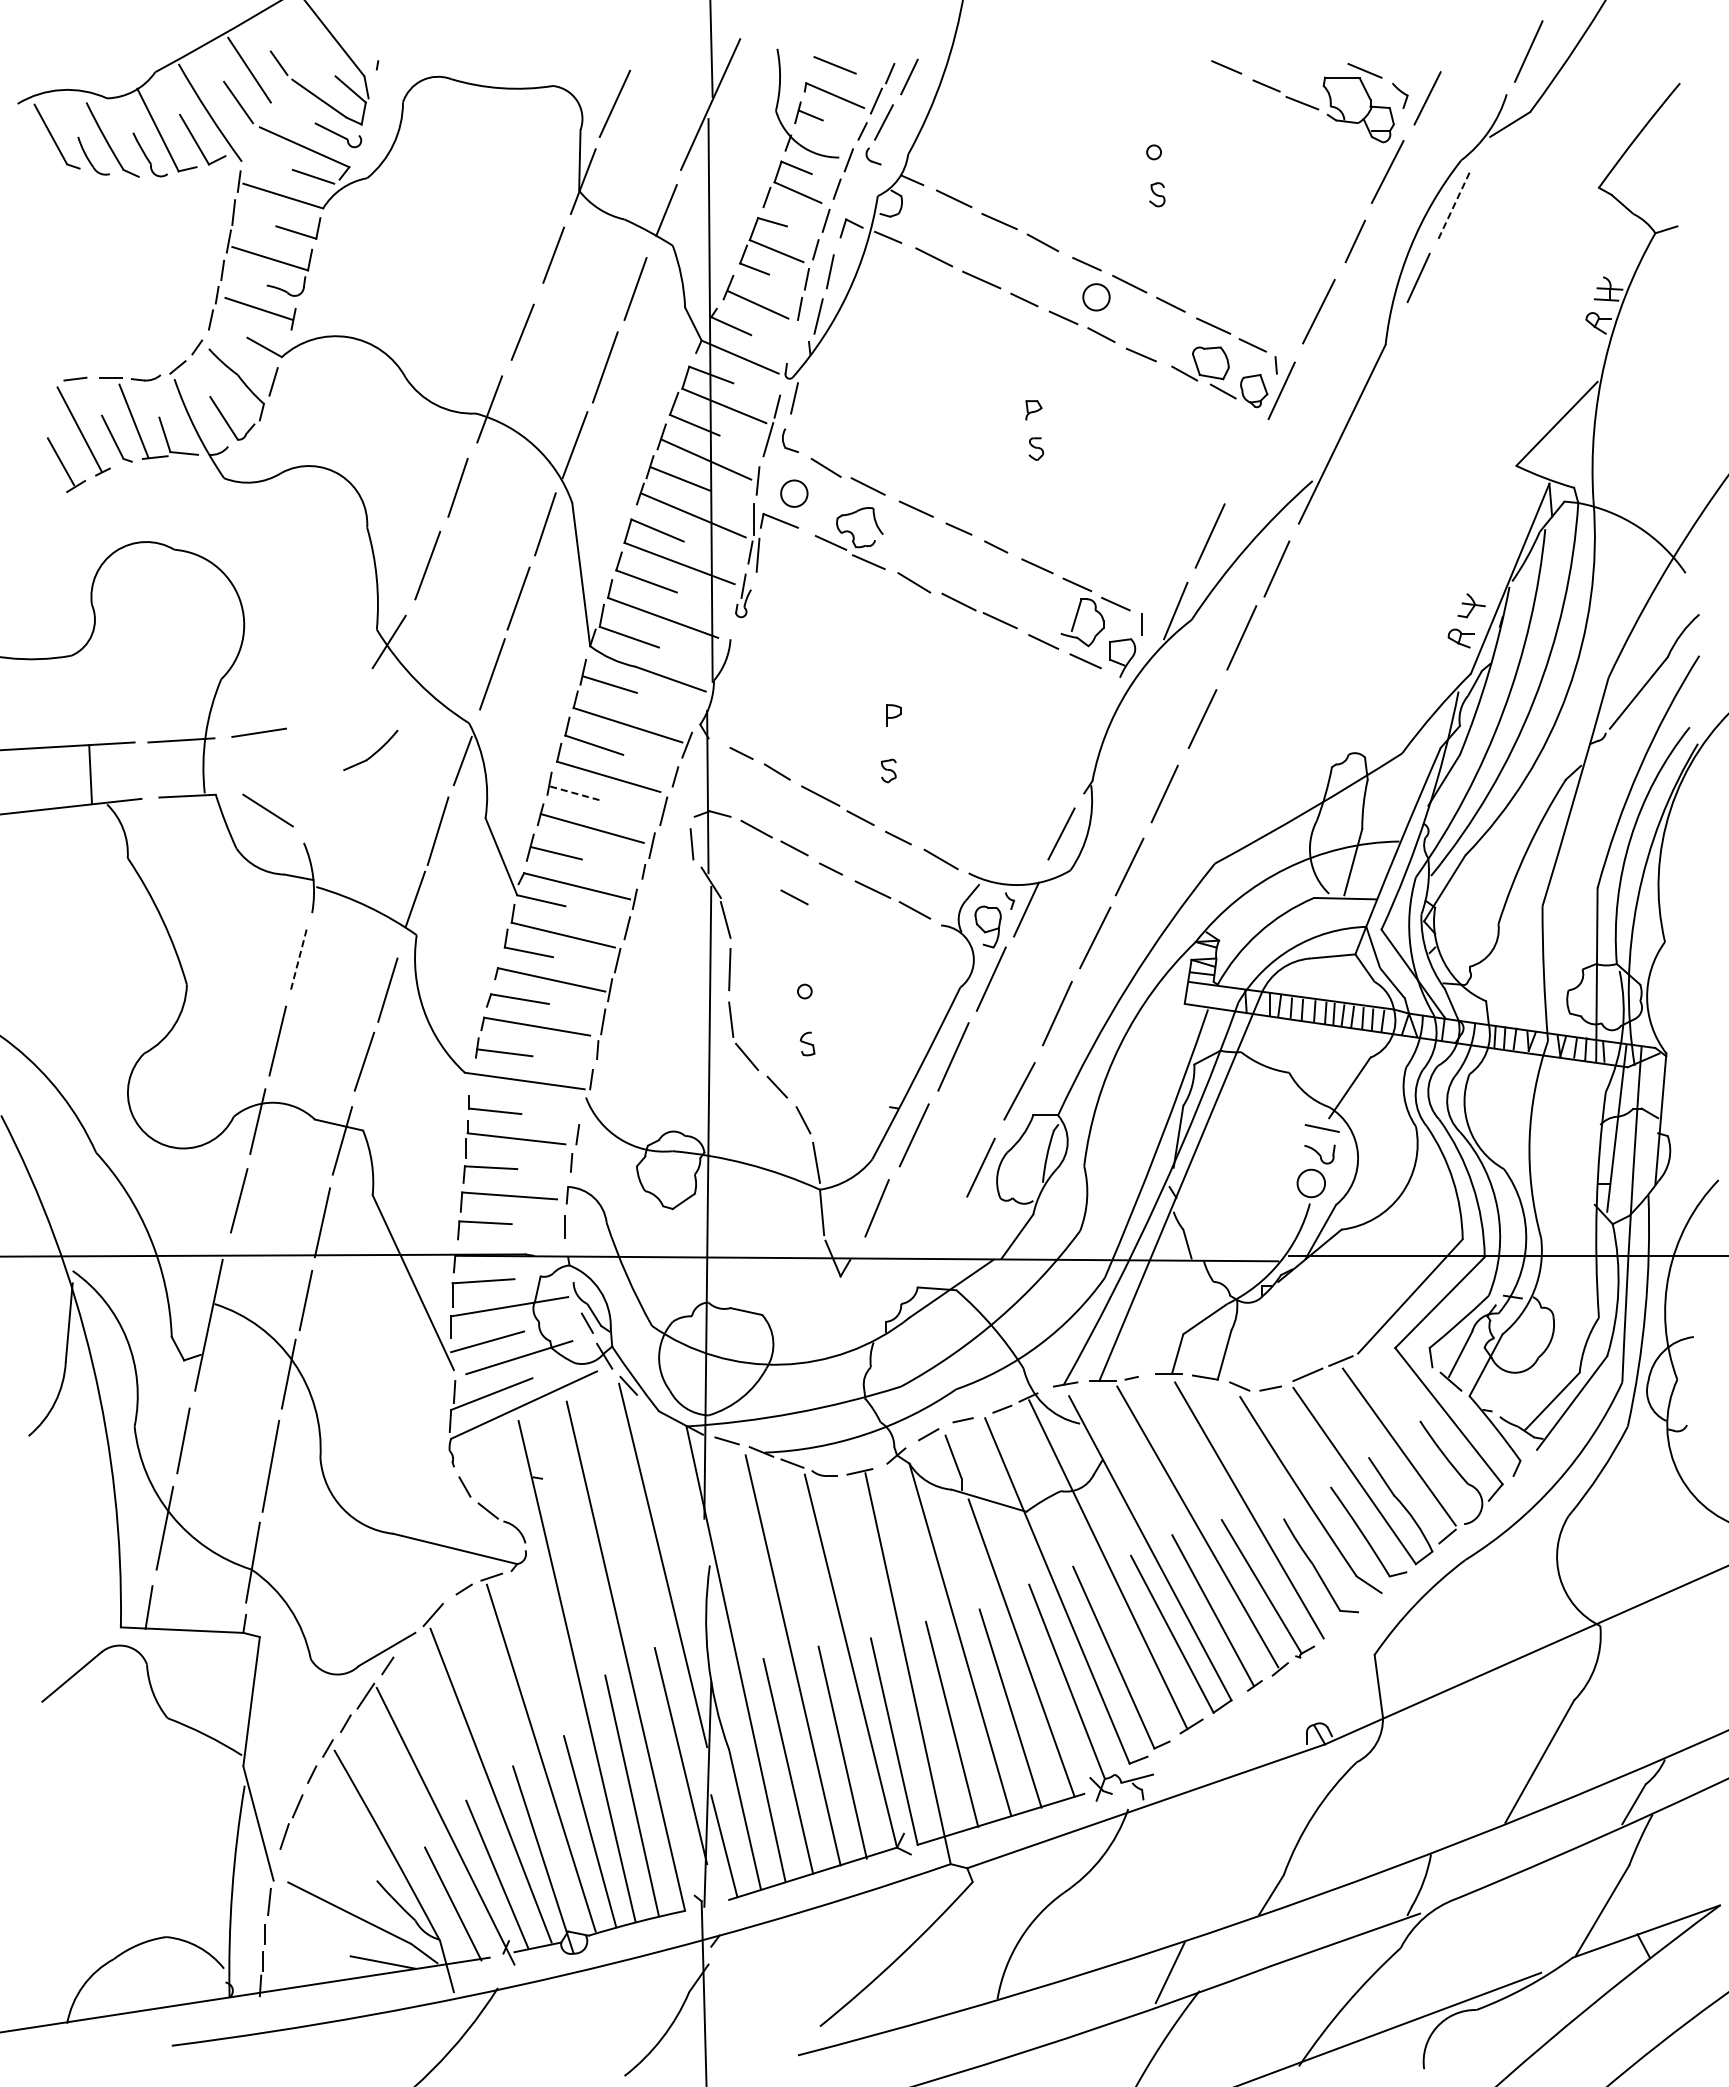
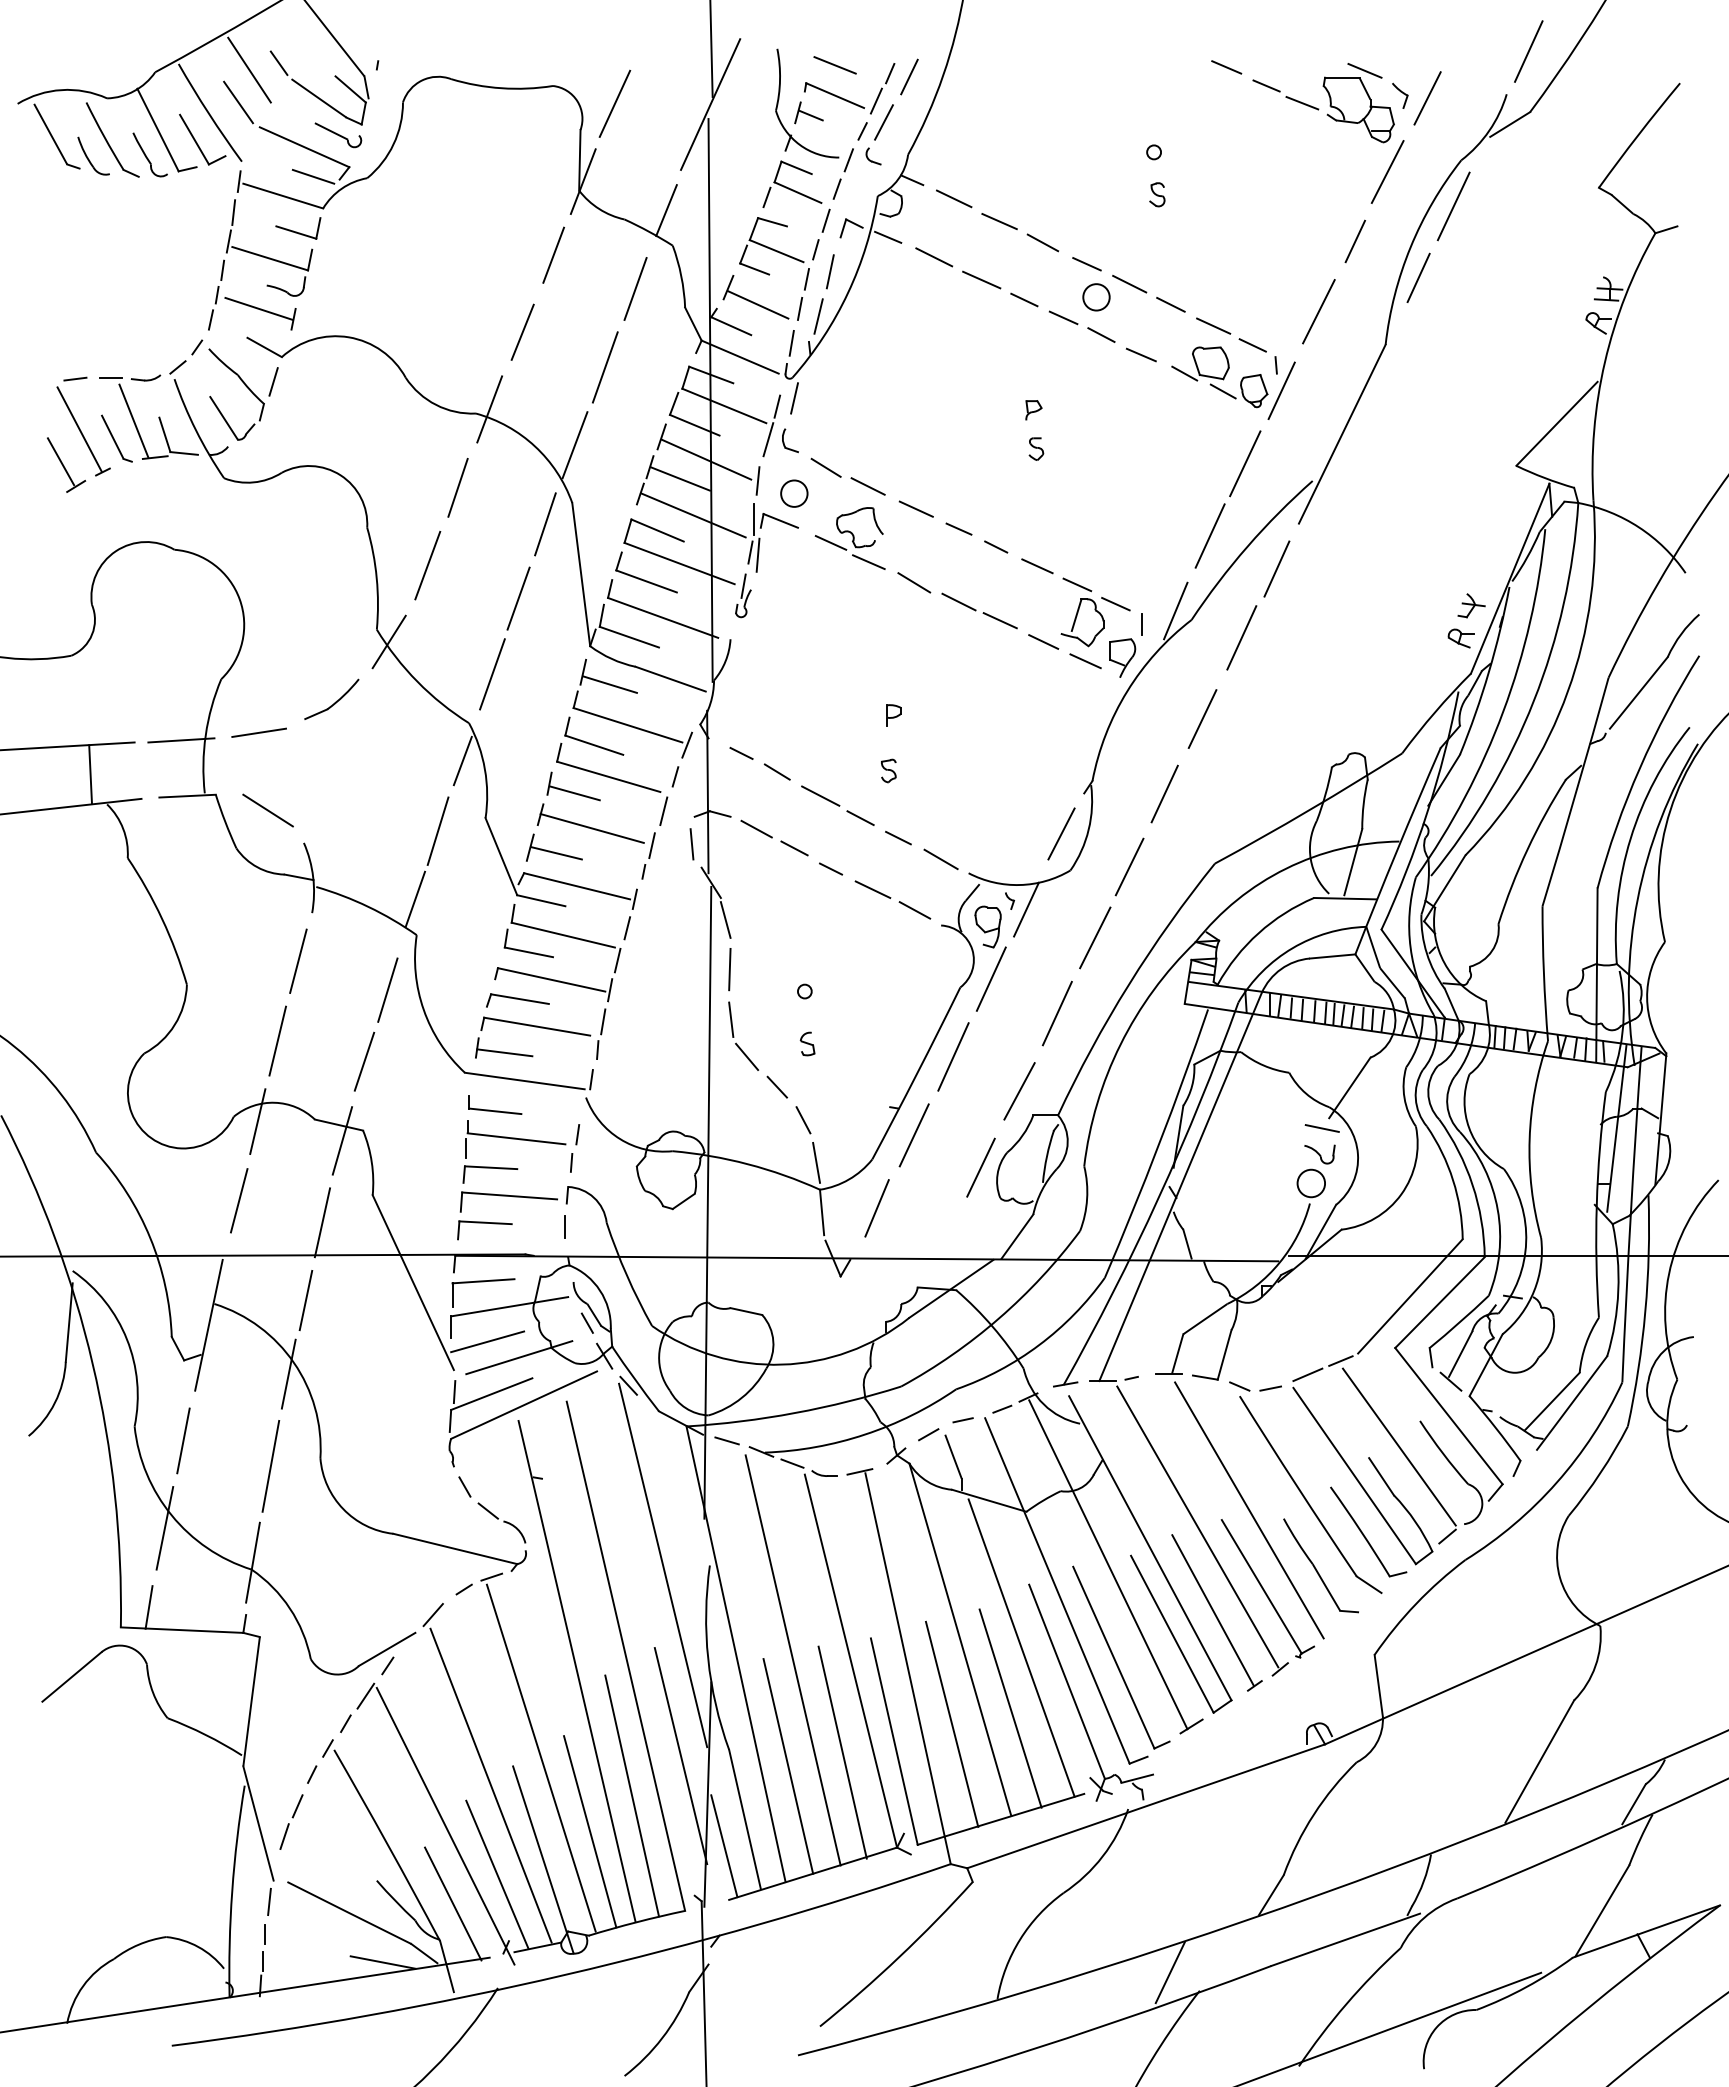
line at (1453, 206): dashed -> solid
line at (791, 342): none -> present
line at (1245, 463): none -> present
part at (370, 749) position: (370, 749) -> (331, 698)
line at (575, 793): dashed -> solid
line at (794, 897): present -> none
line at (298, 961): dashed -> solid
